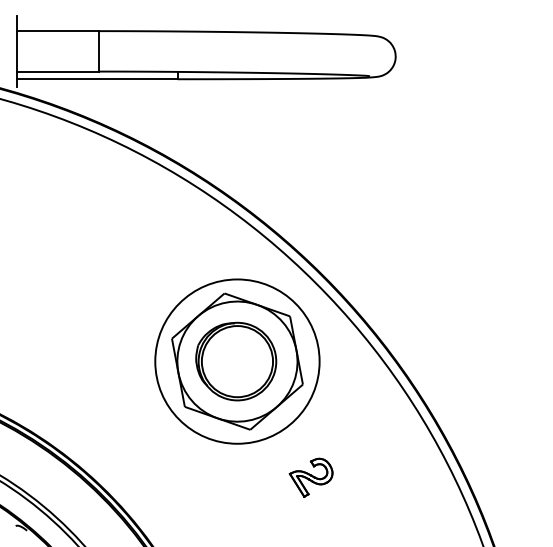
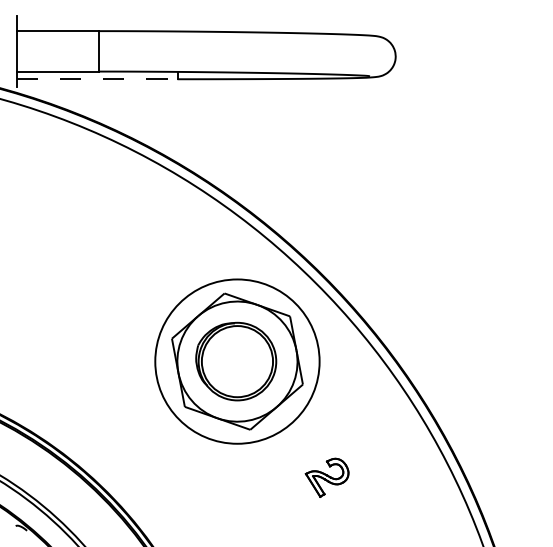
line at (97, 79): solid -> dashed
part at (310, 477) position: (310, 477) -> (326, 477)
